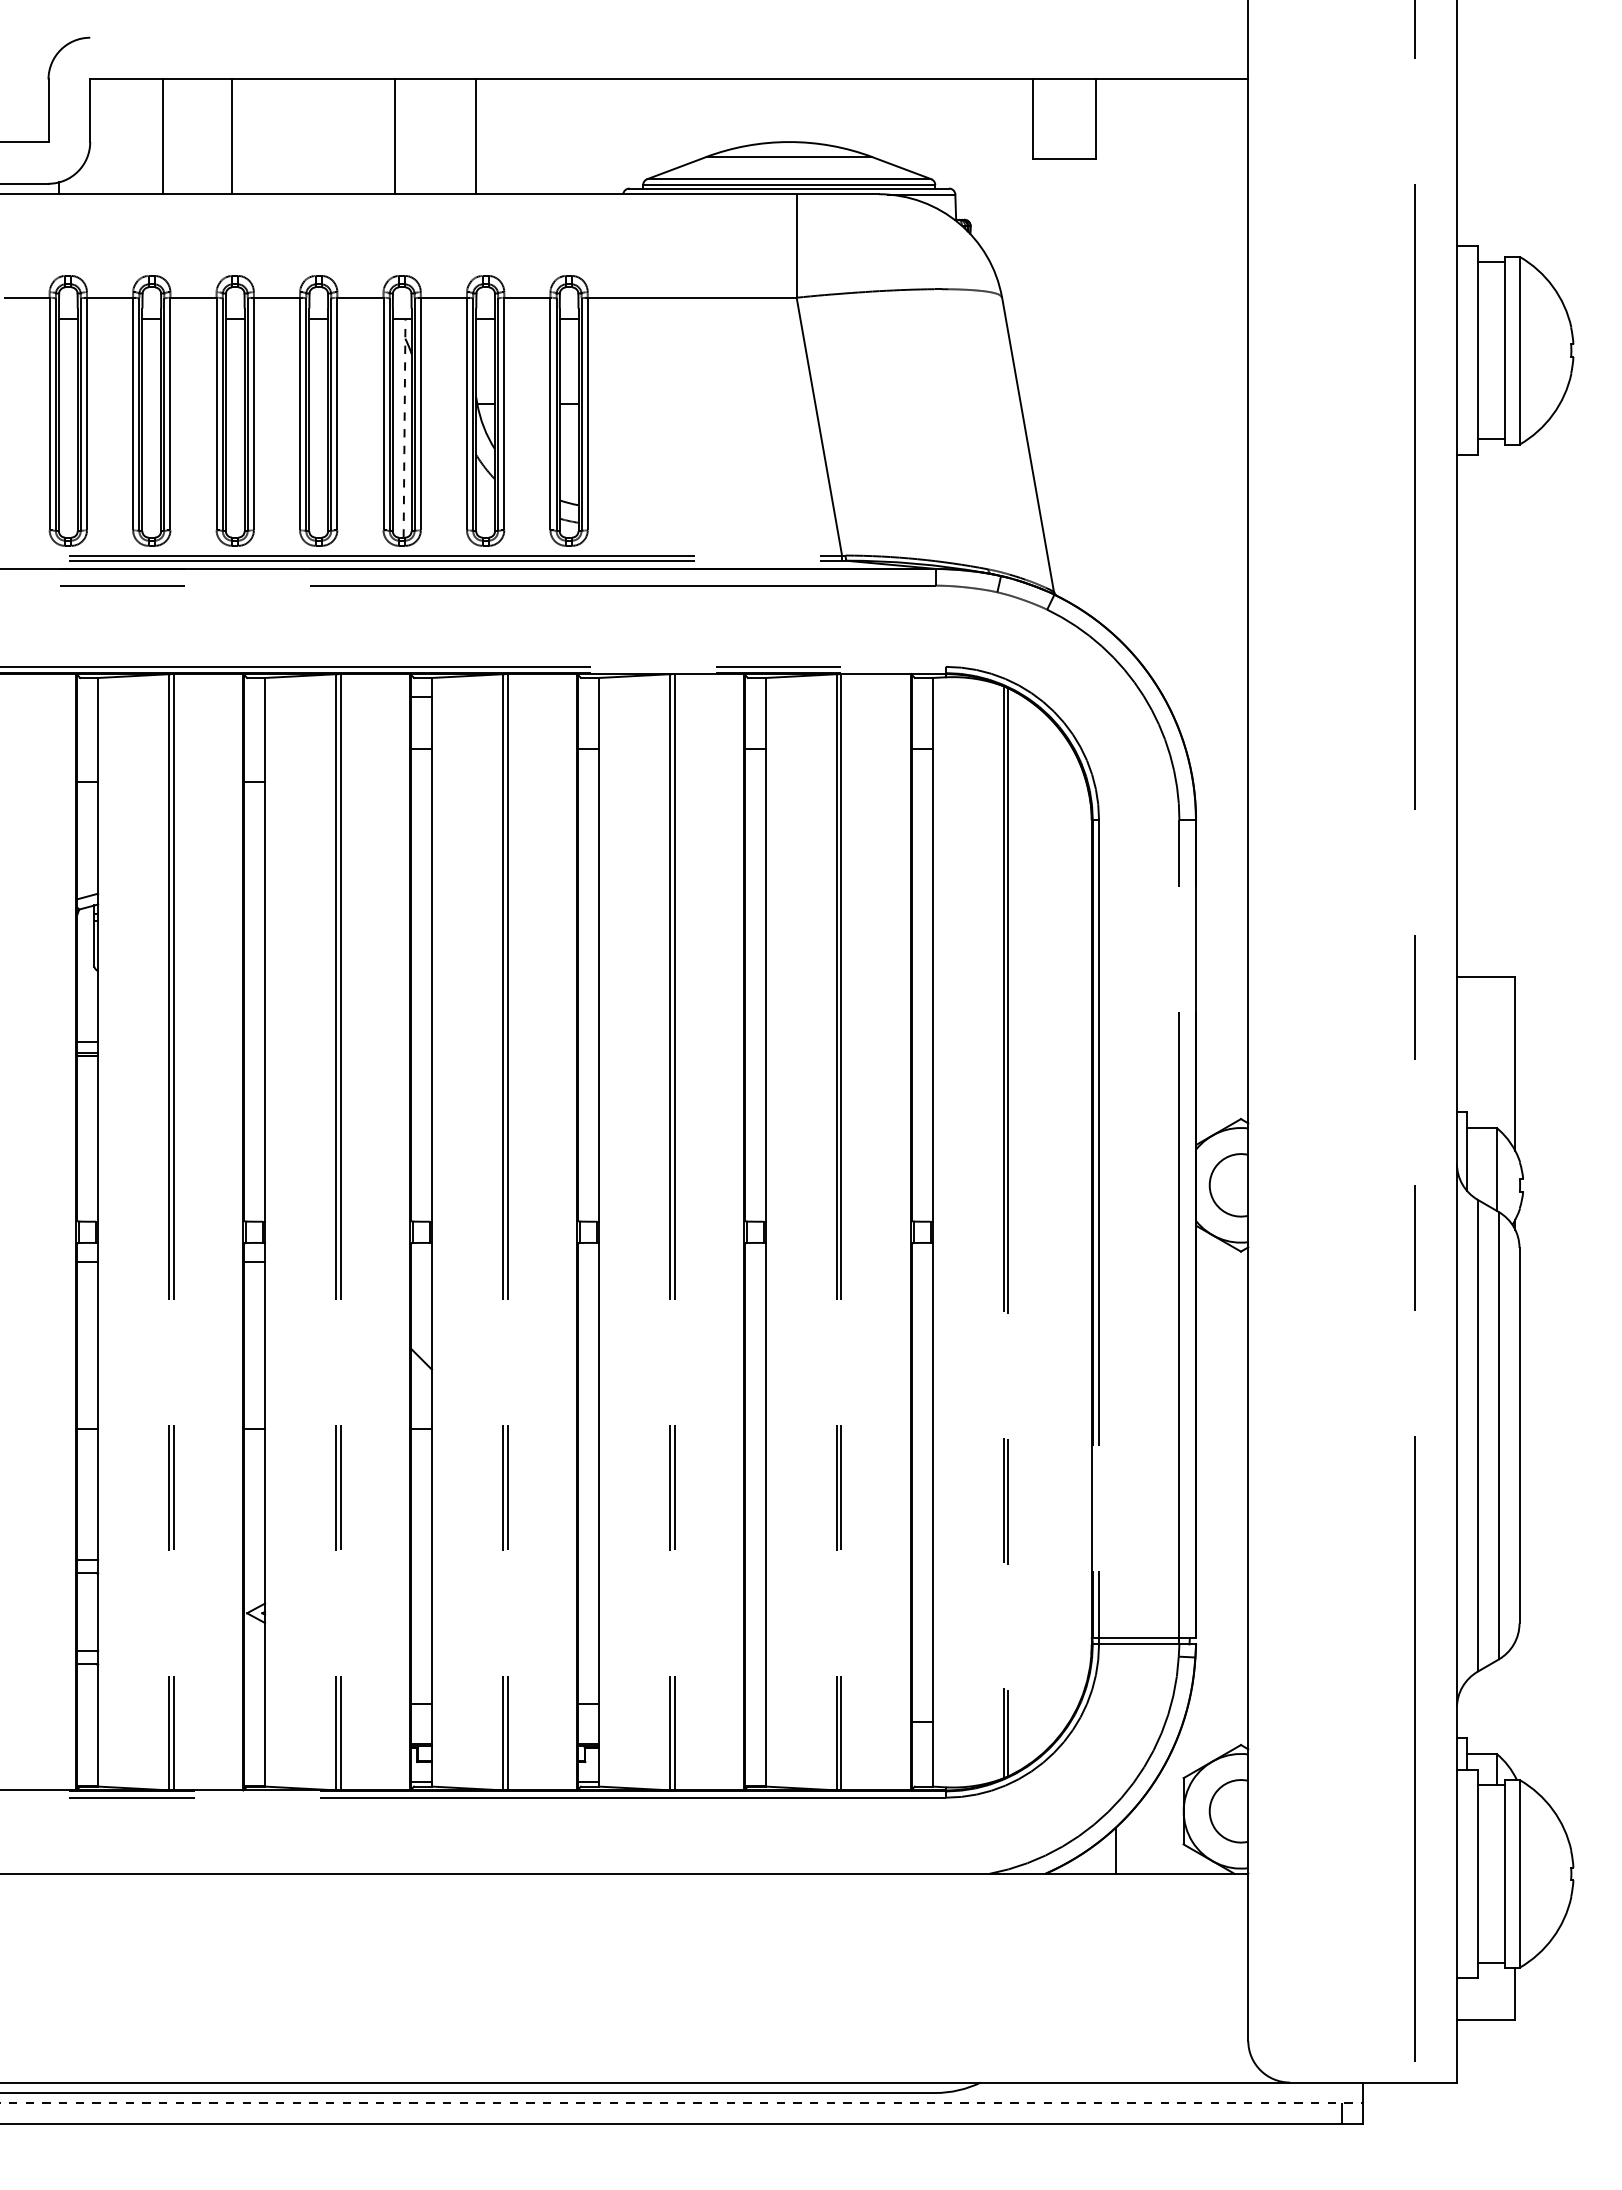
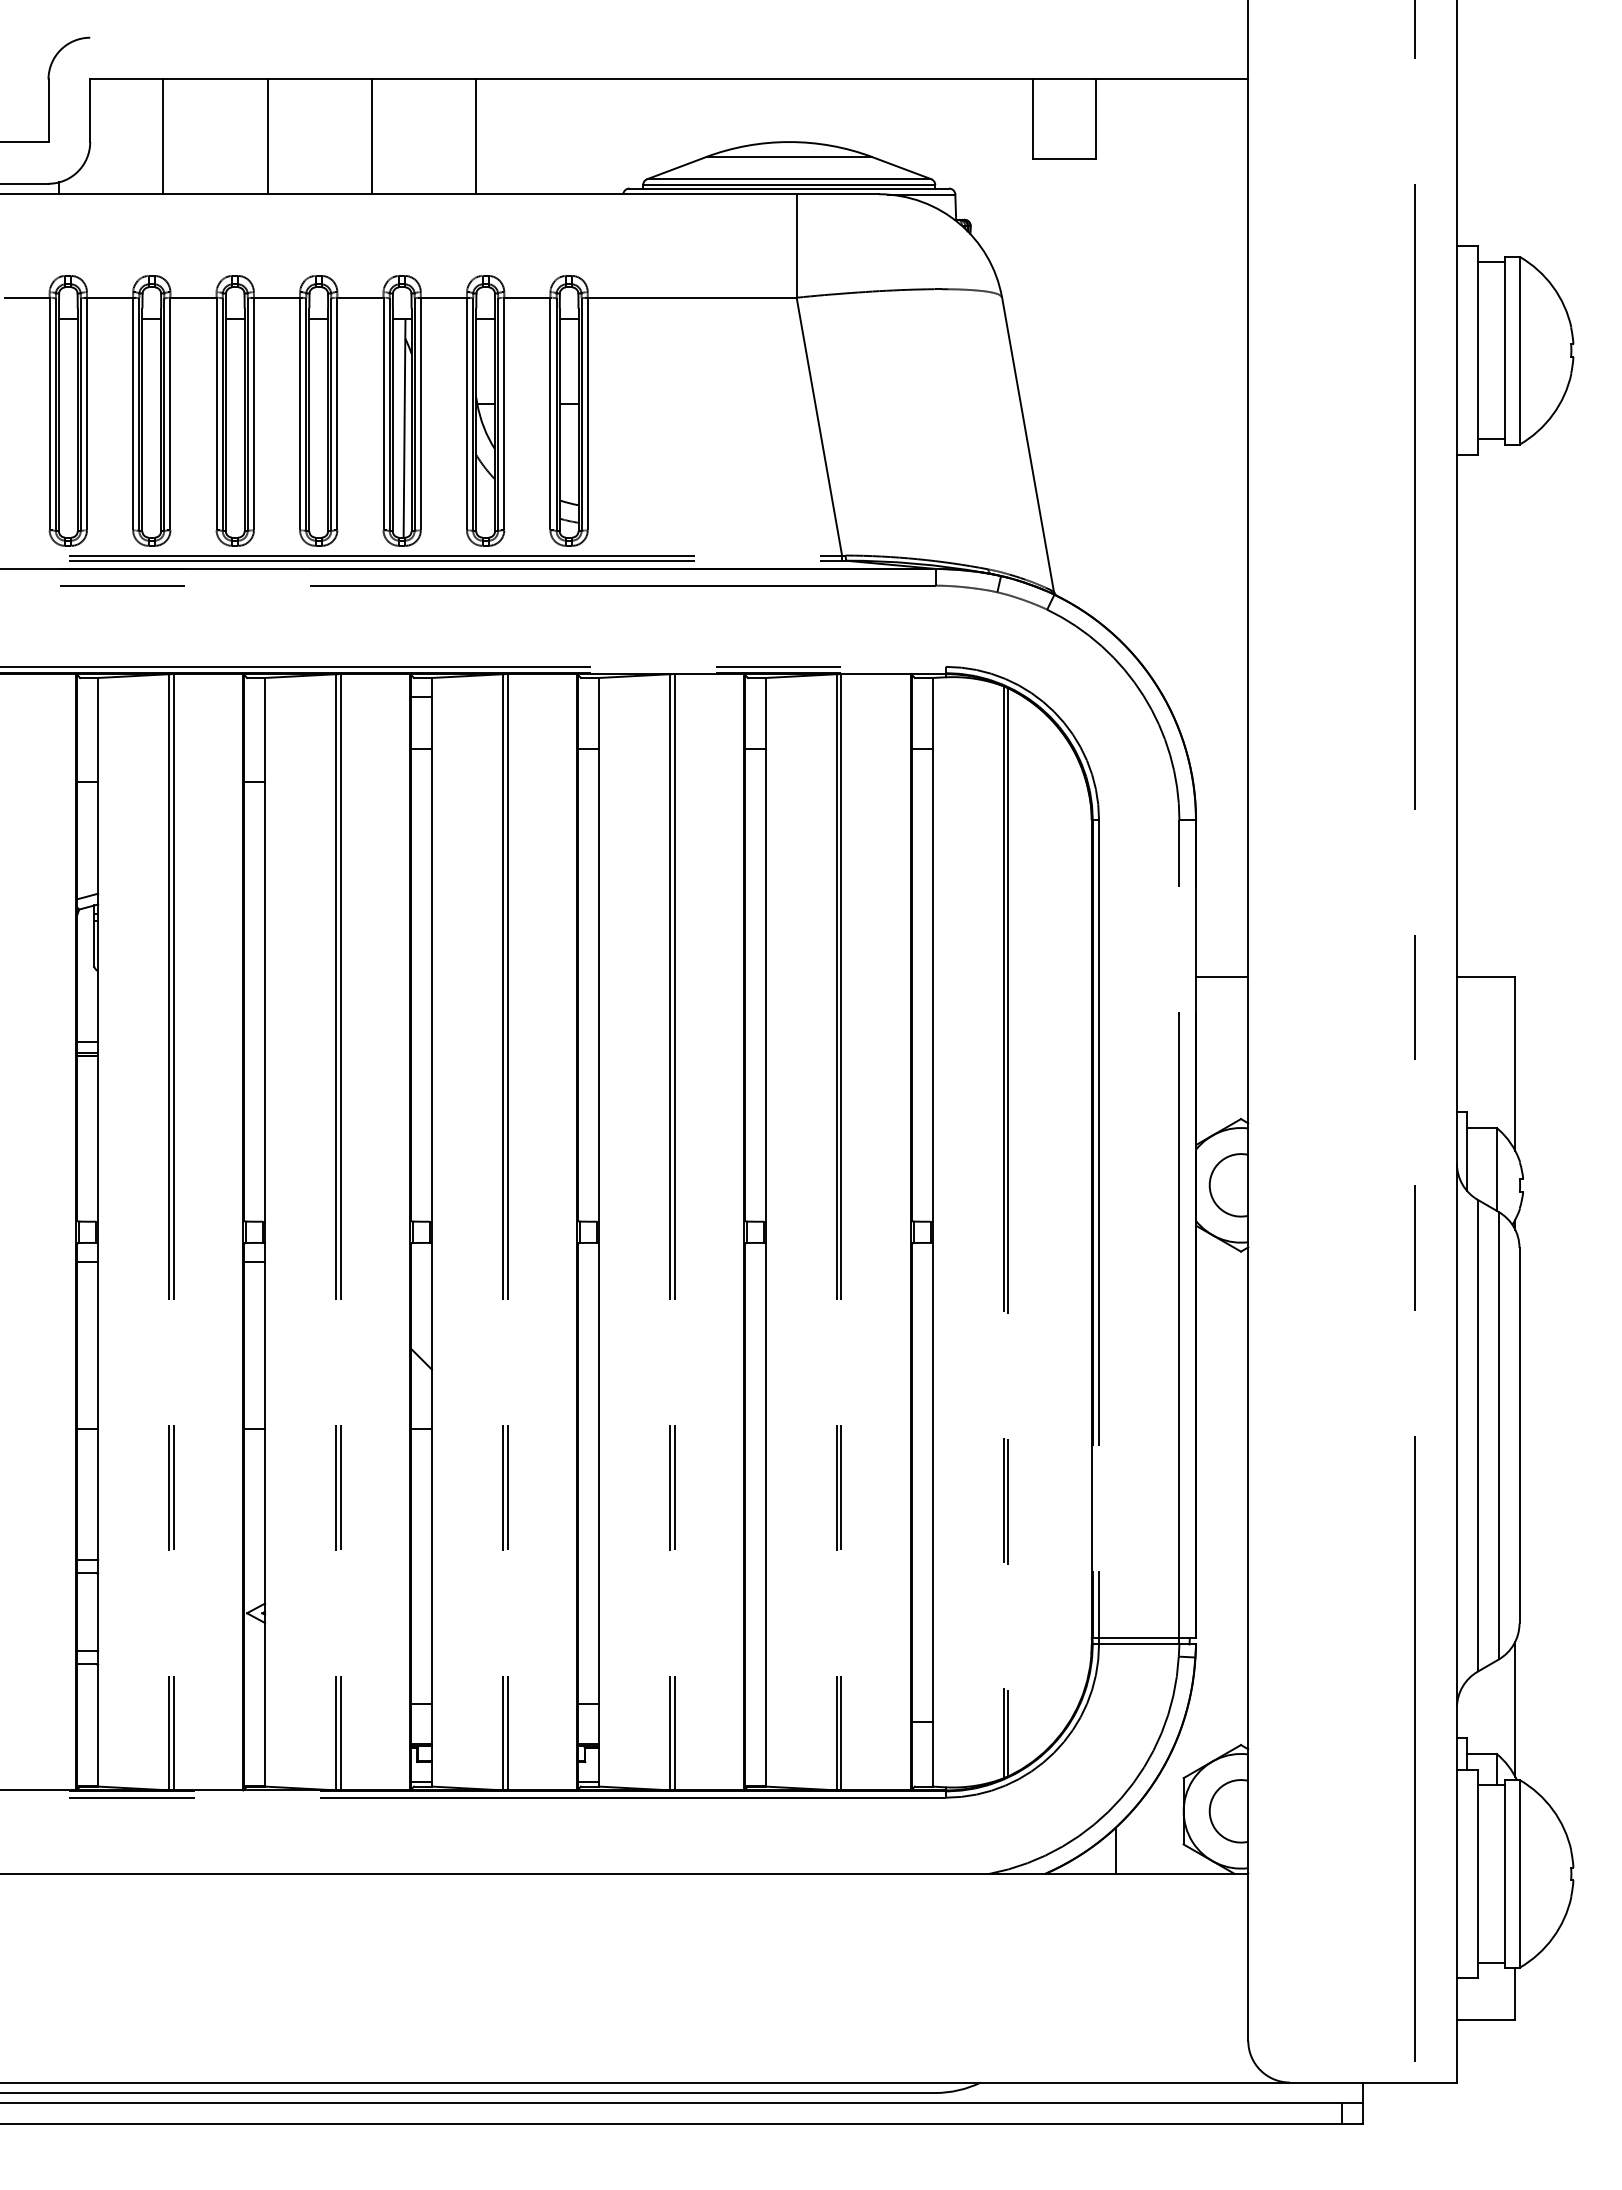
line at (231, 136) position: (231, 136) -> (267, 136)
line at (394, 136) position: (394, 136) -> (371, 136)
line at (404, 428): dashed -> solid
line at (1222, 976): none -> present
line at (1515, 1709): none -> present
line at (682, 2103): dashed -> solid
